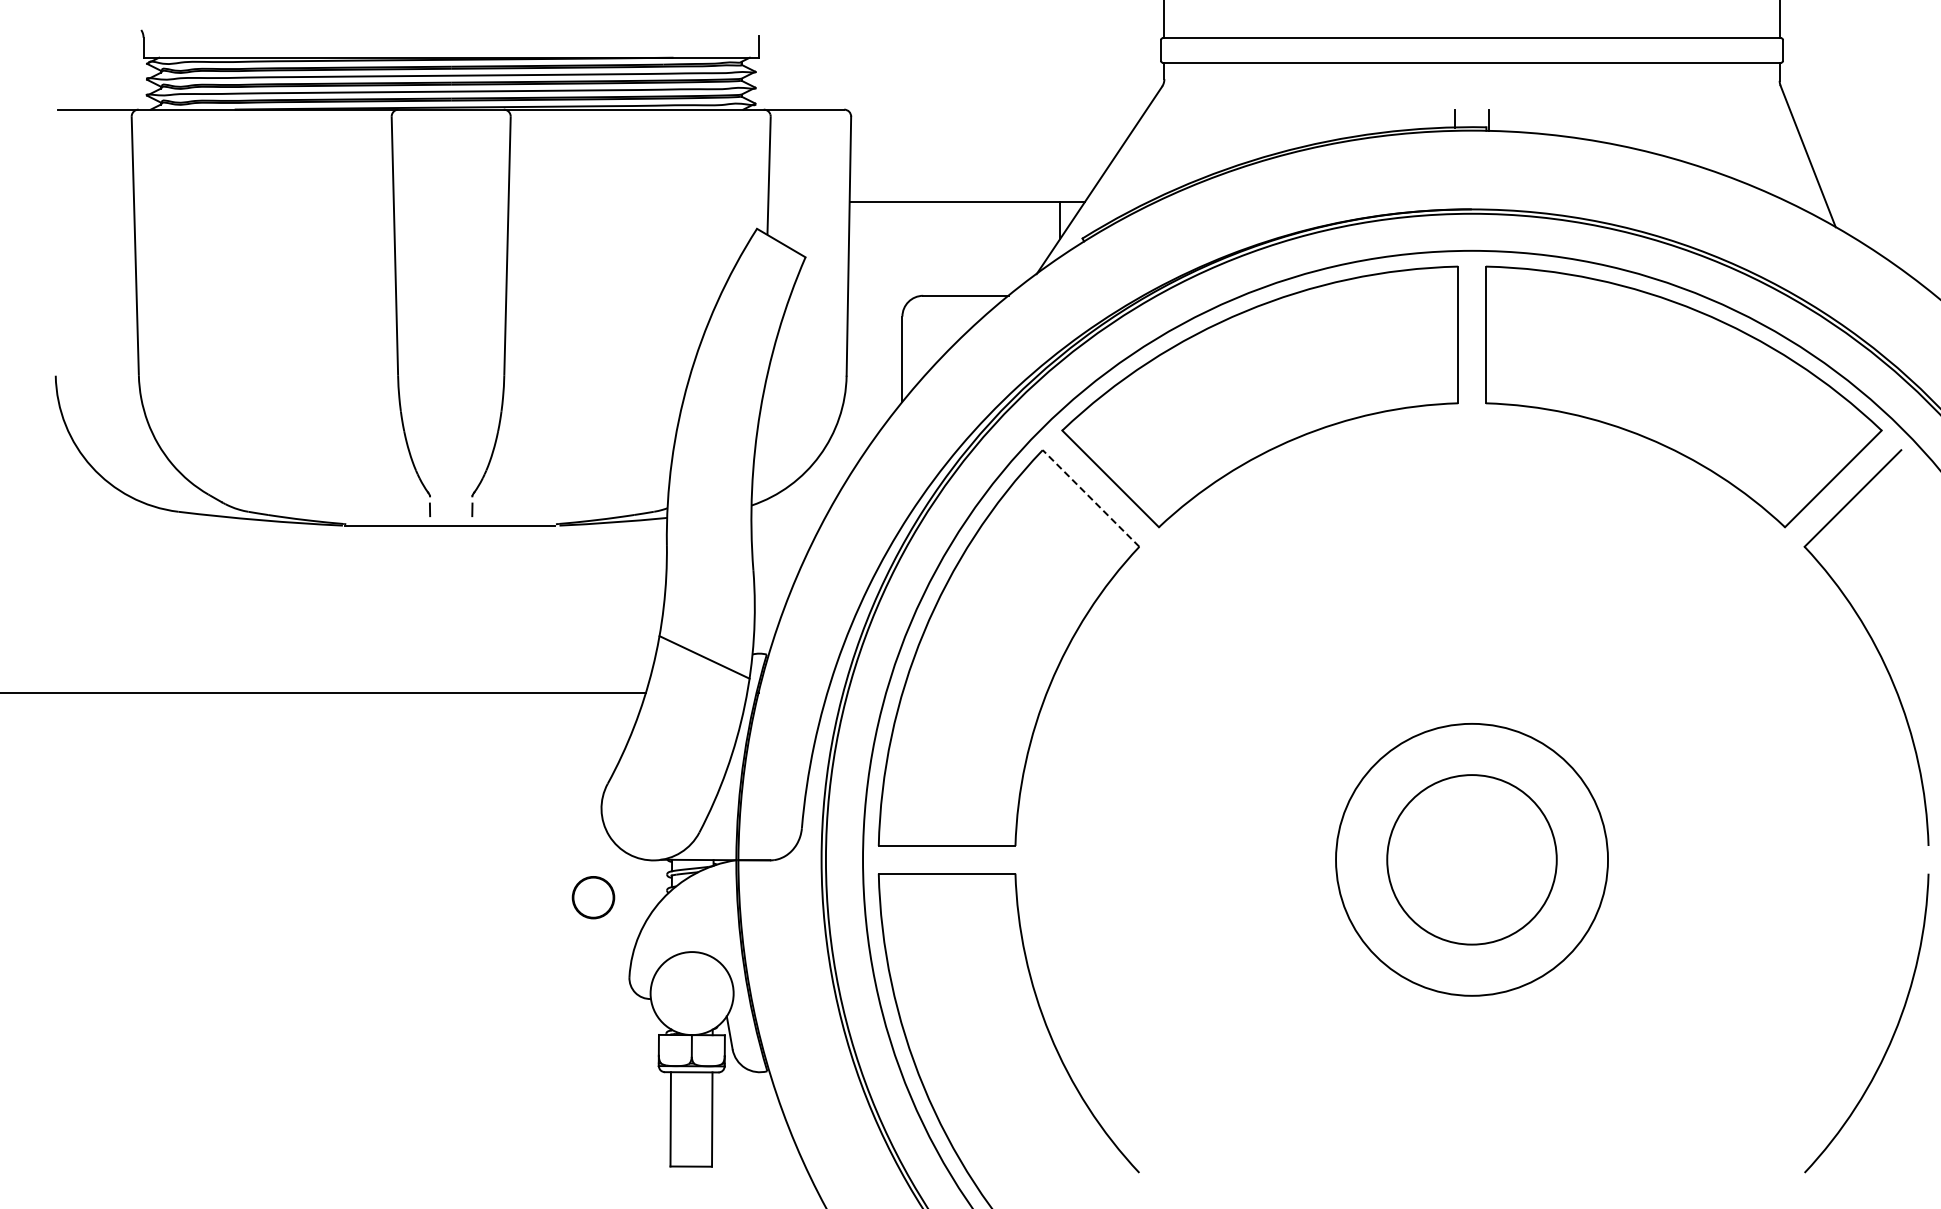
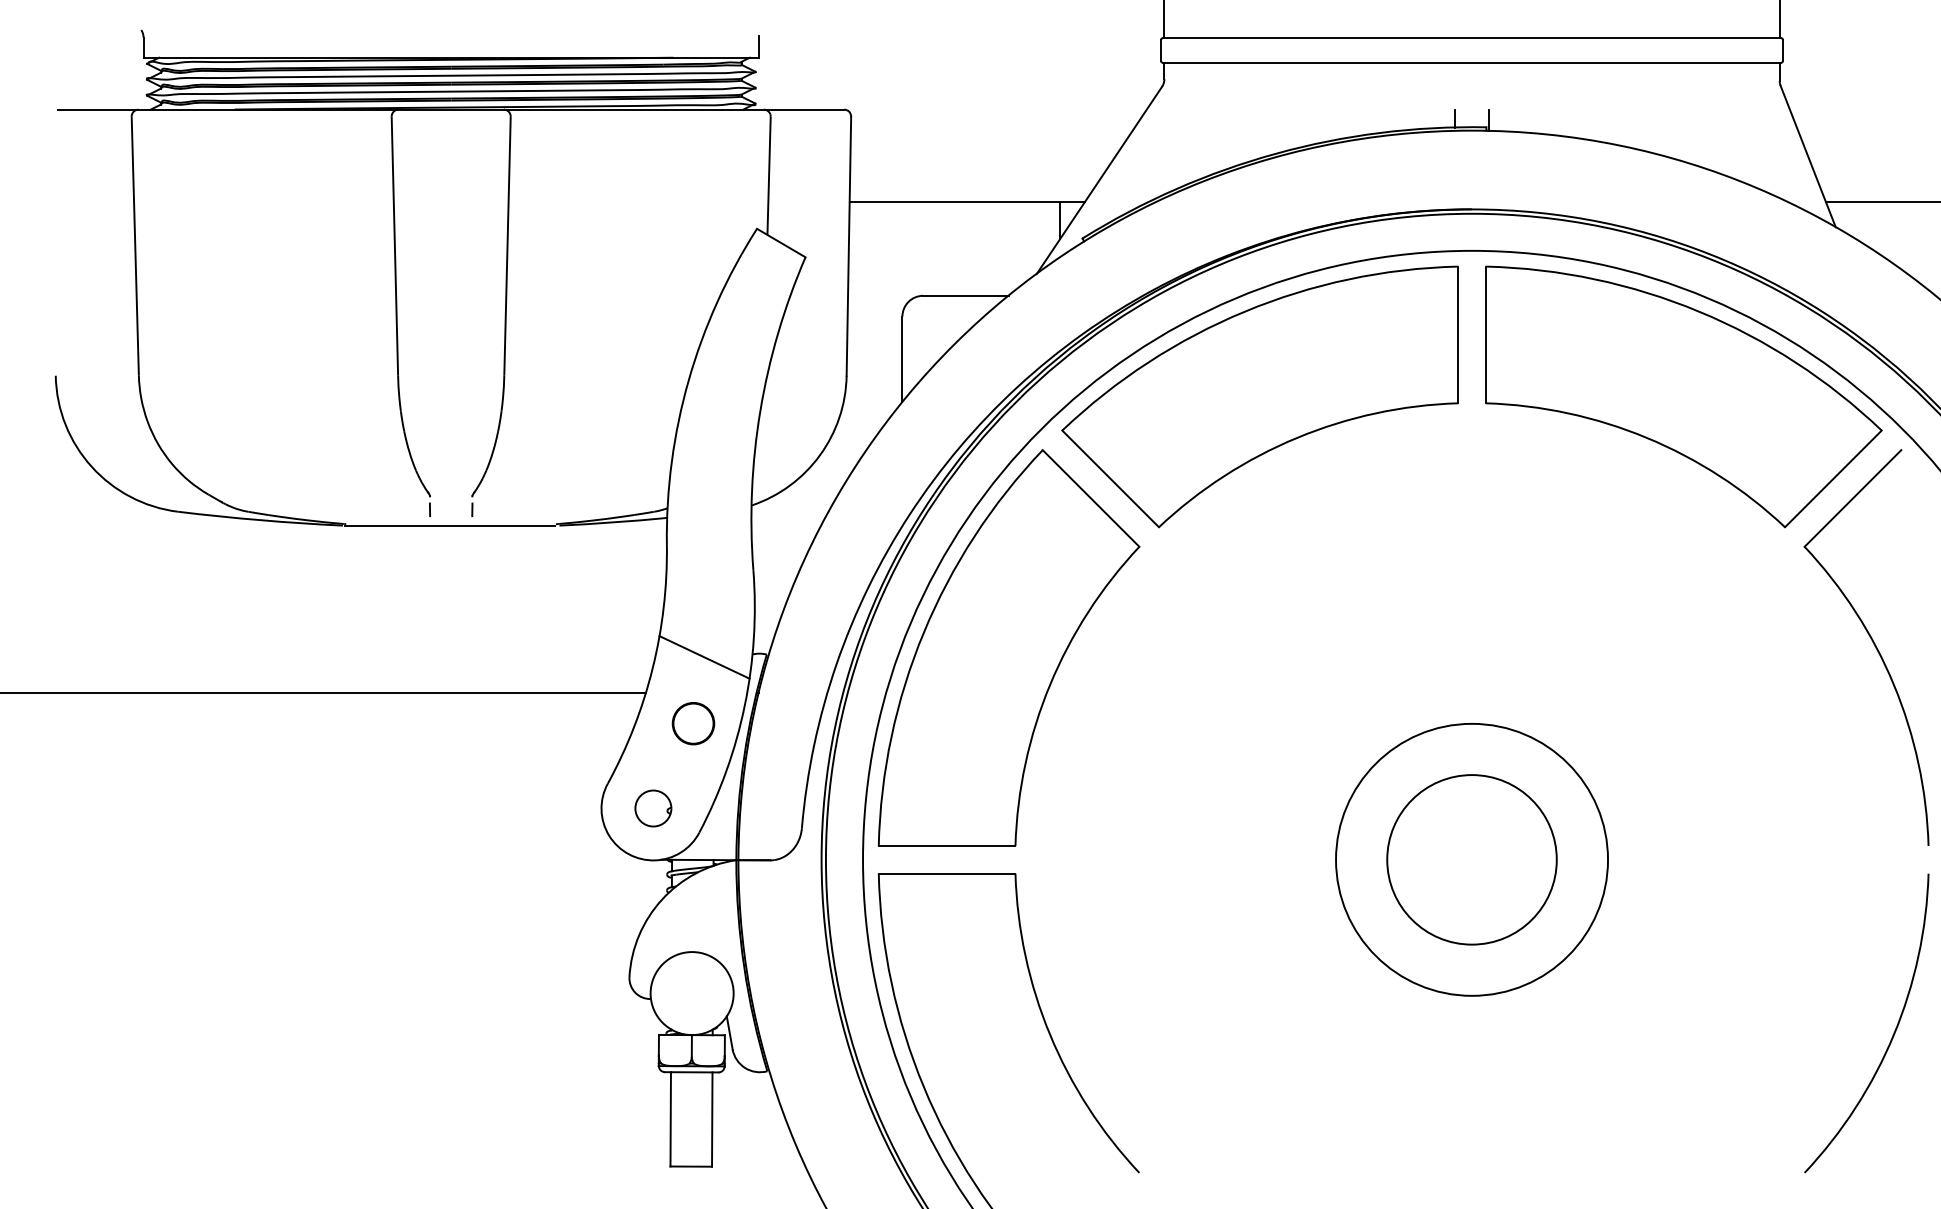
line at (1881, 201): none -> present
line at (1090, 498): dashed -> solid
part at (653, 808): none -> present
part at (593, 897) position: (593, 897) -> (693, 723)
